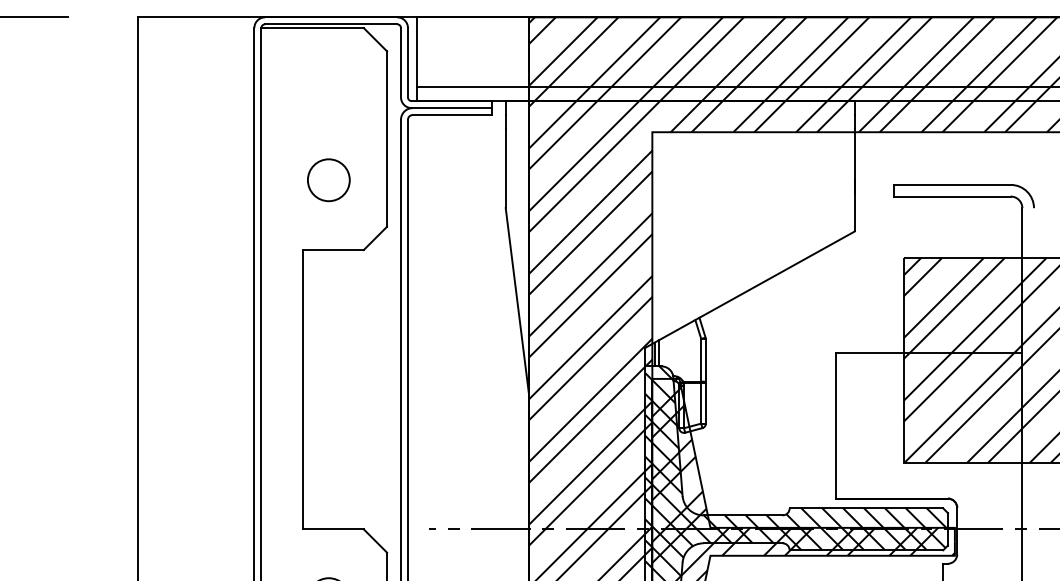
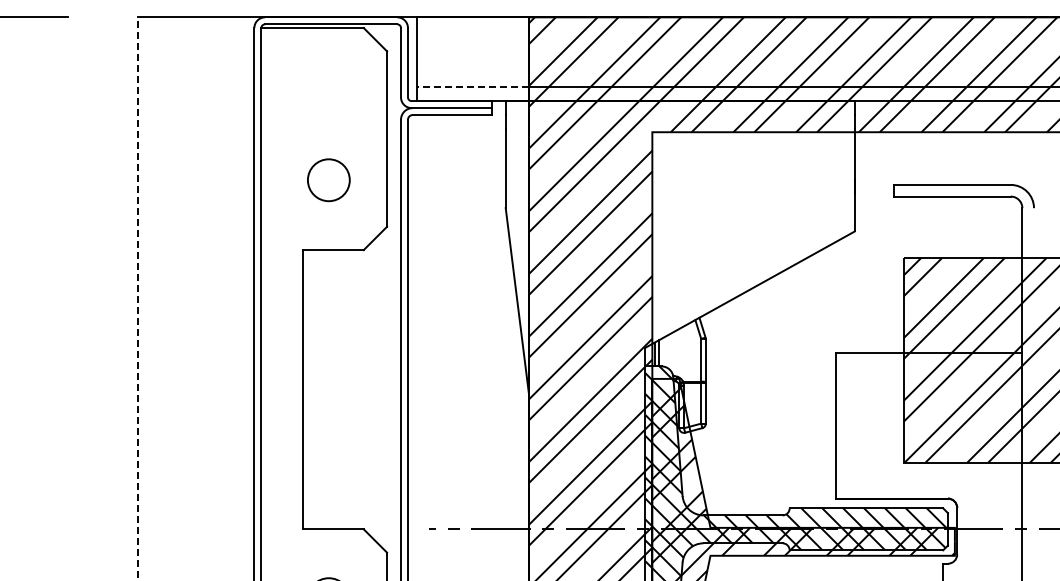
line at (473, 87): solid -> dashed
line at (138, 299): solid -> dashed
